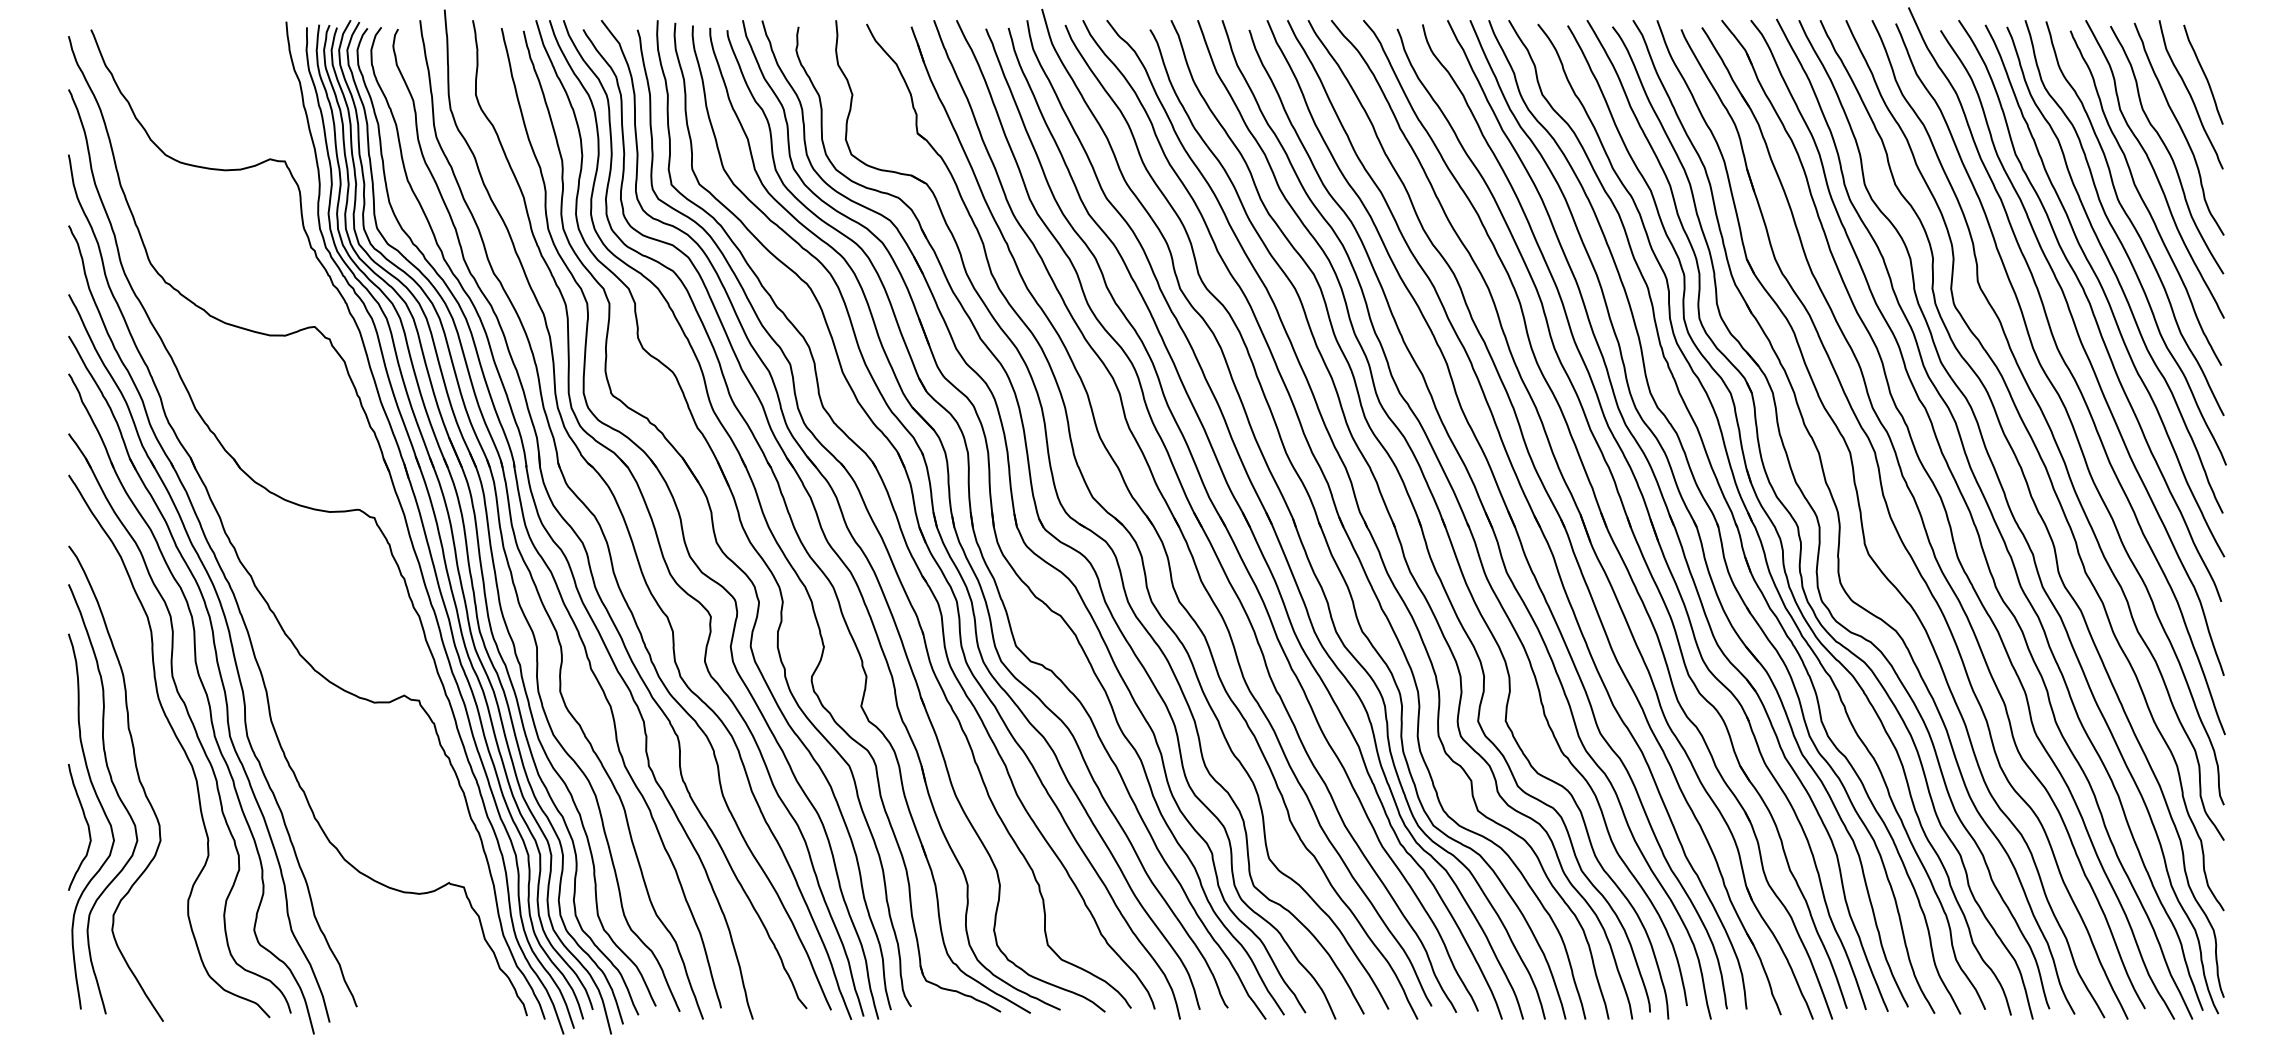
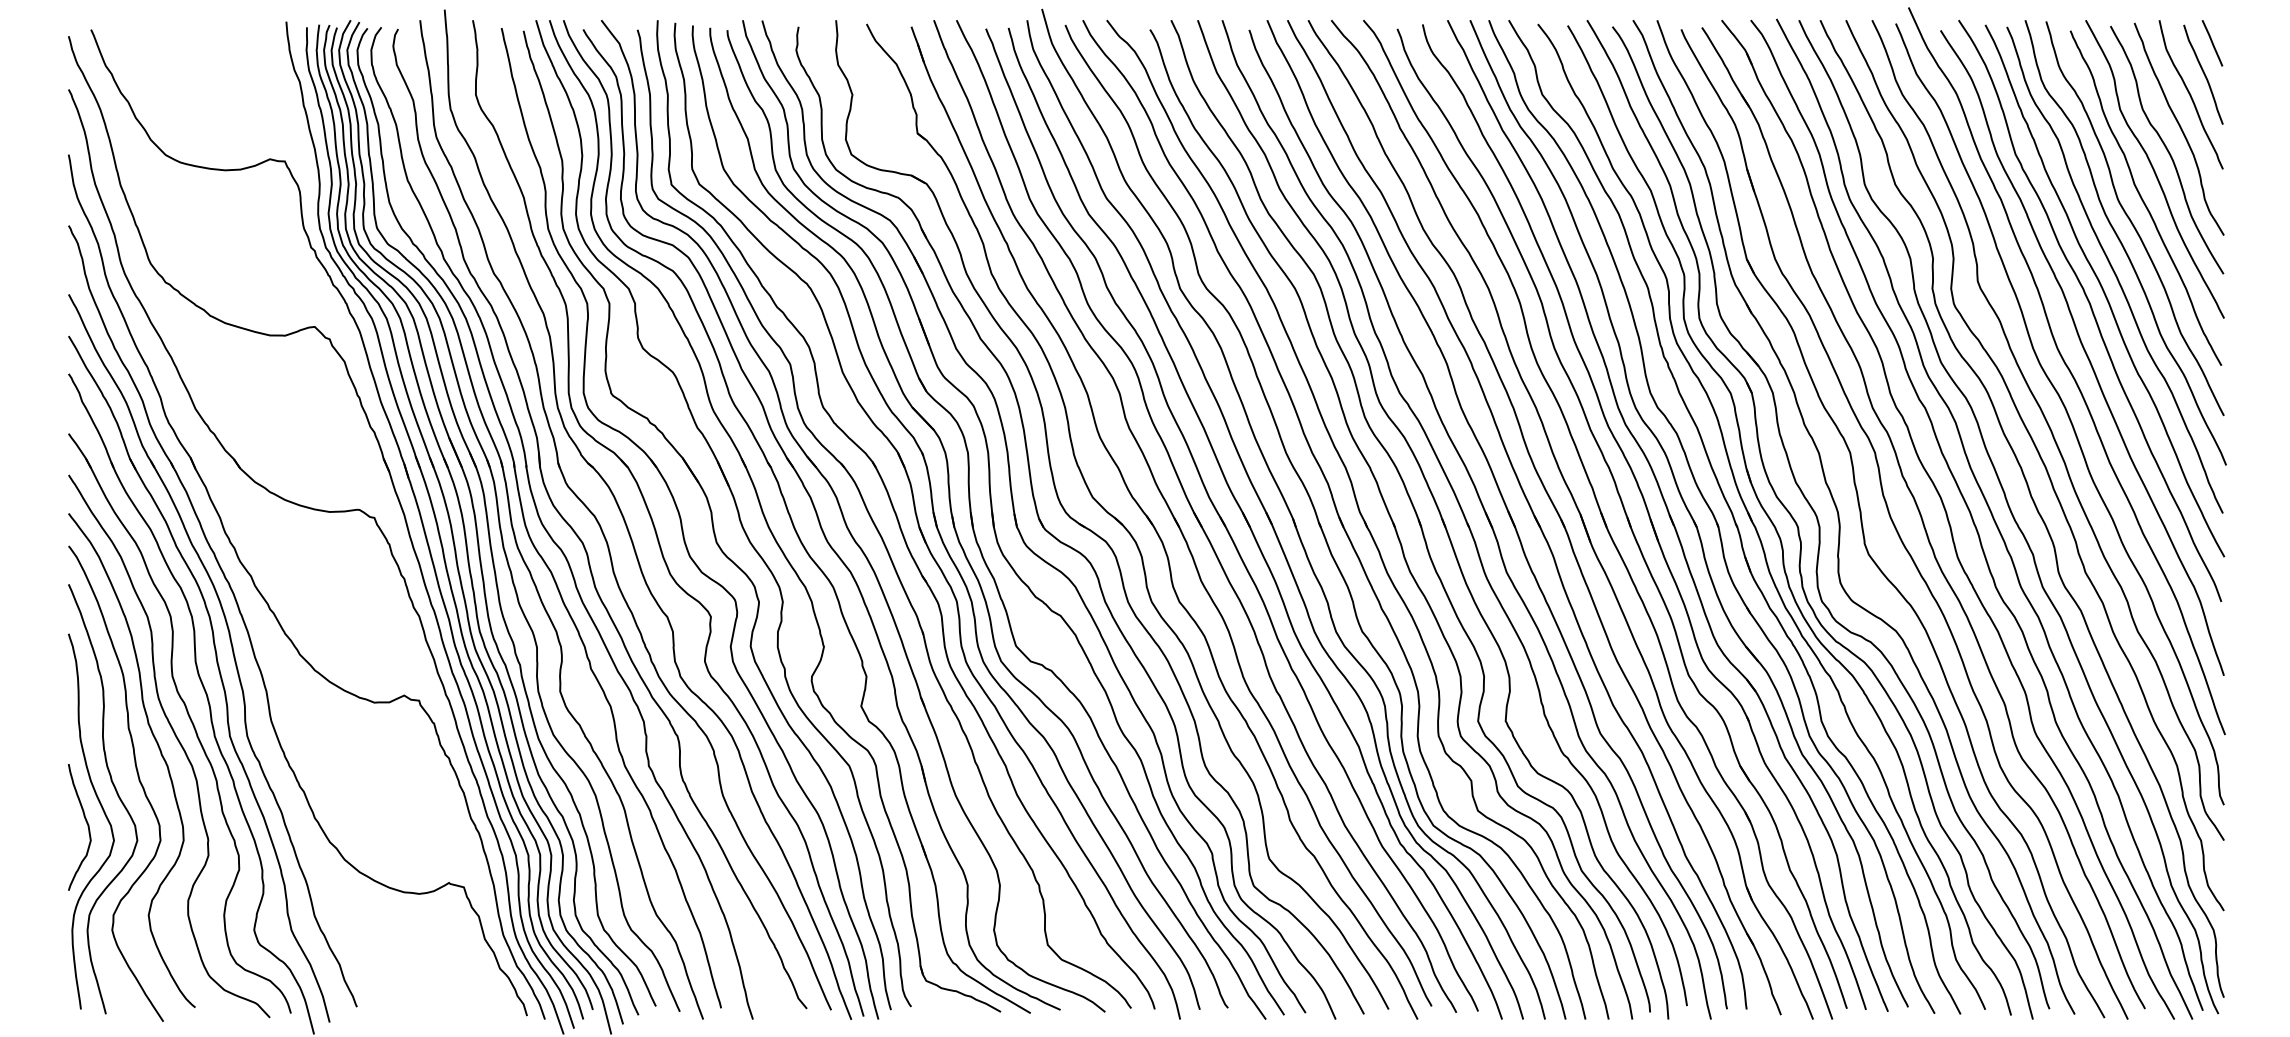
line at (2212, 43): none -> present
curve at (159, 751): none -> present
